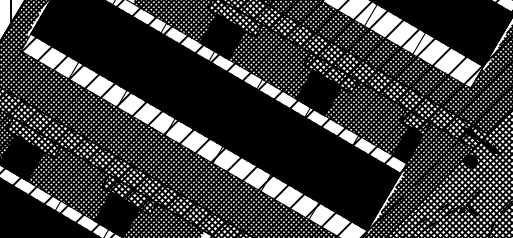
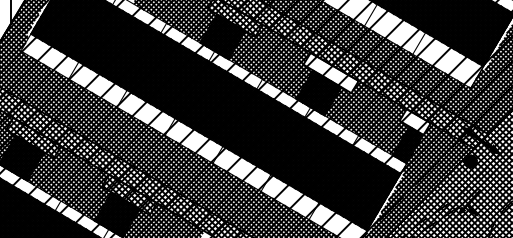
hatch at (330, 73): present -> none
hatch at (415, 121): present -> none
